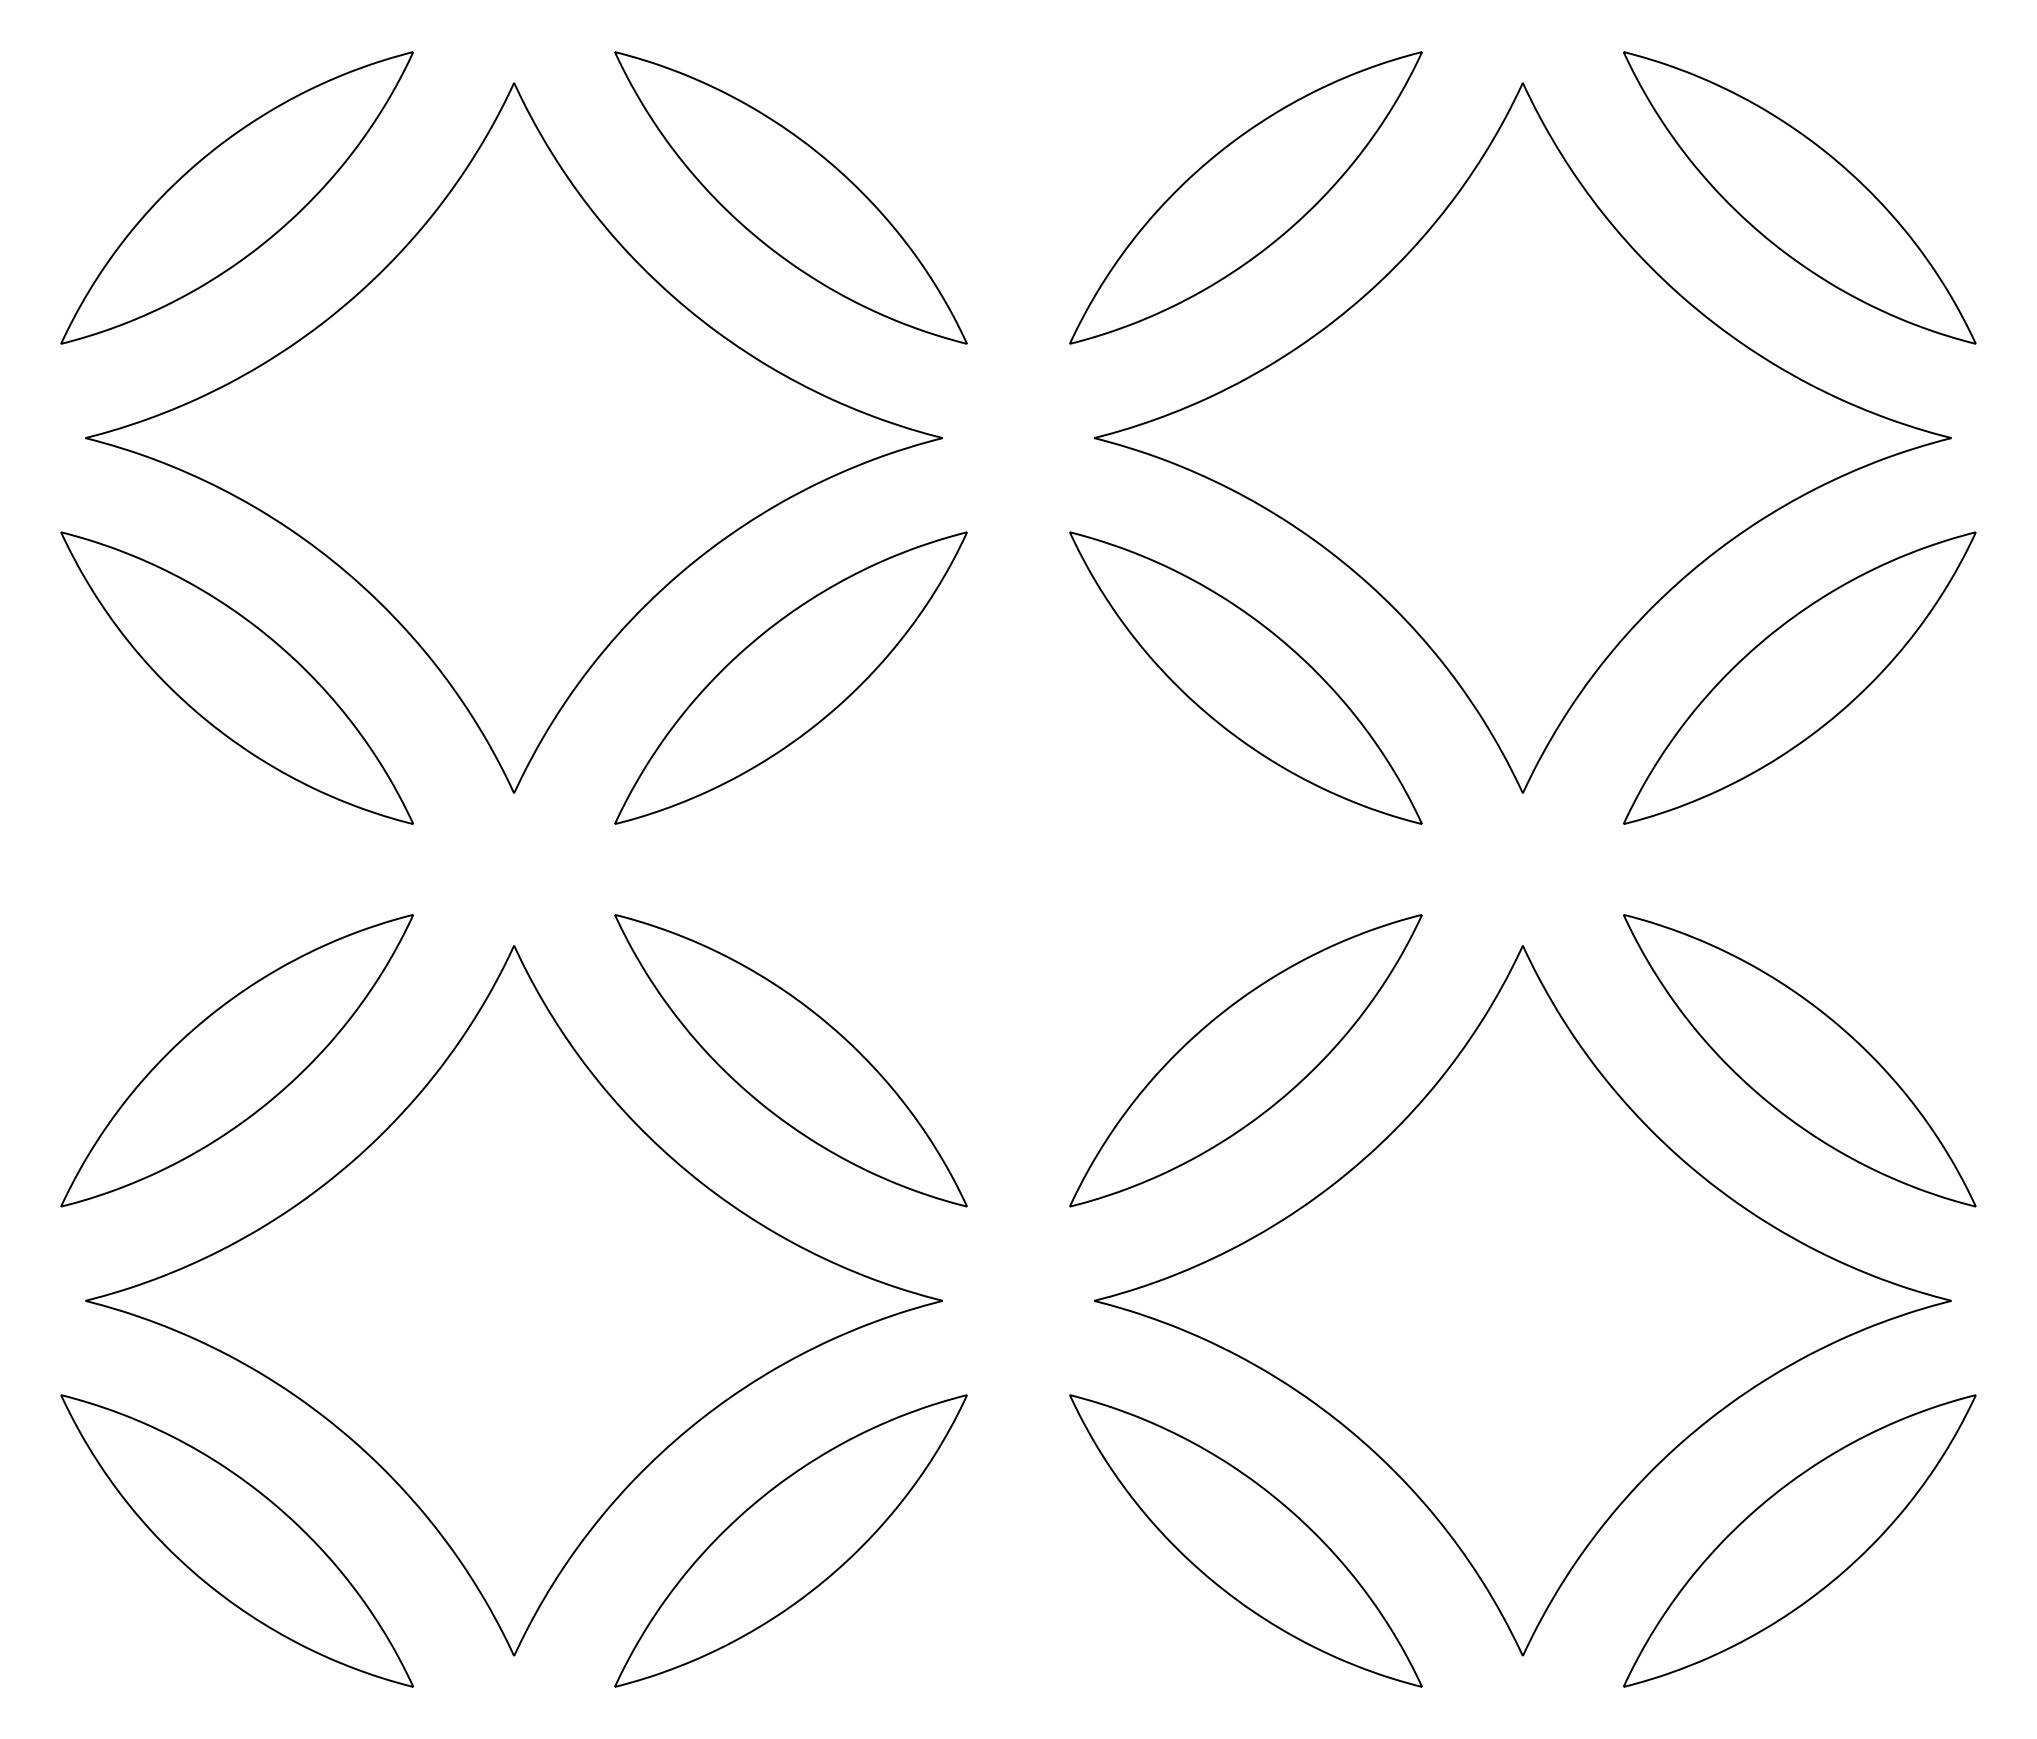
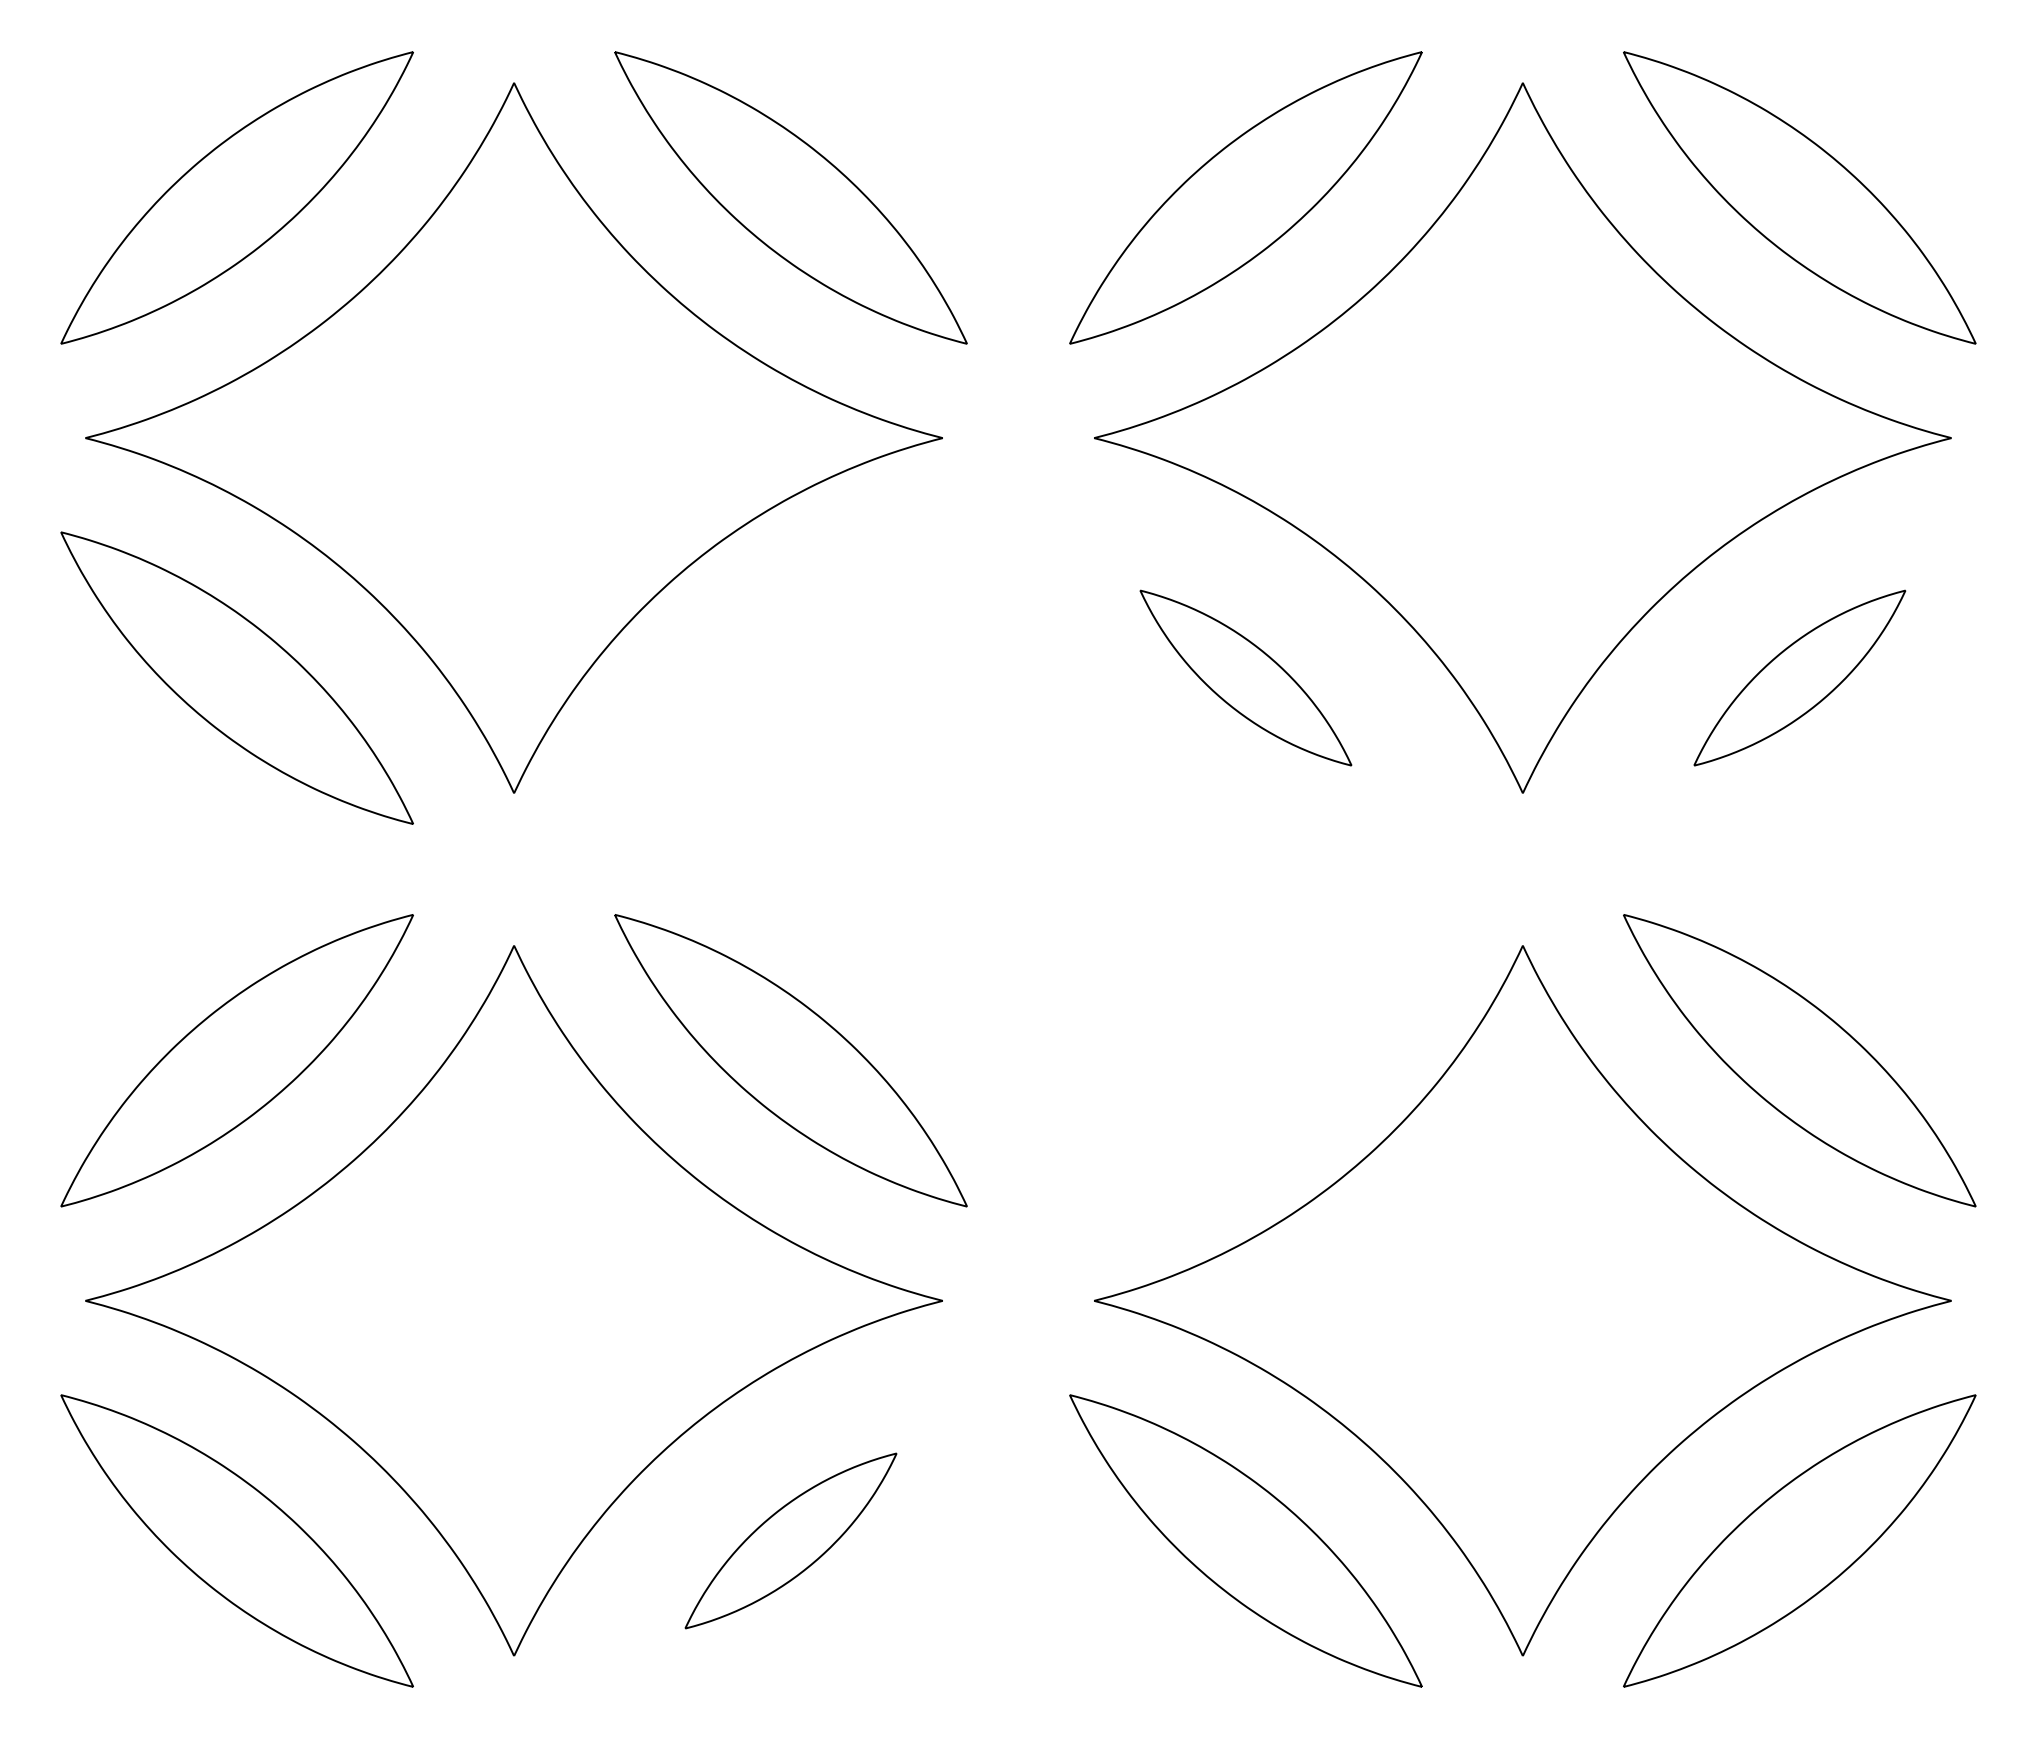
part at (790, 677): present -> none
part at (1245, 677) size: 354x294 px -> 214x178 px
part at (1799, 677) size: 354x294 px -> 214x178 px
part at (1245, 1060): present -> none
part at (790, 1540) size: 354x294 px -> 214x178 px
